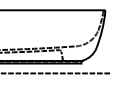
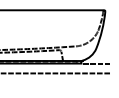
line at (96, 63): none -> present
